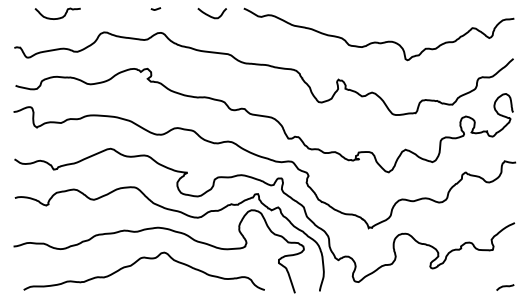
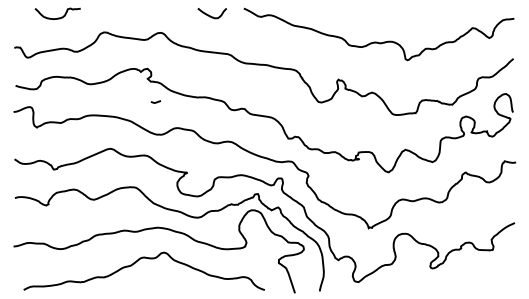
line at (155, 8) position: (155, 8) -> (155, 101)
curve at (505, 287): present -> none
